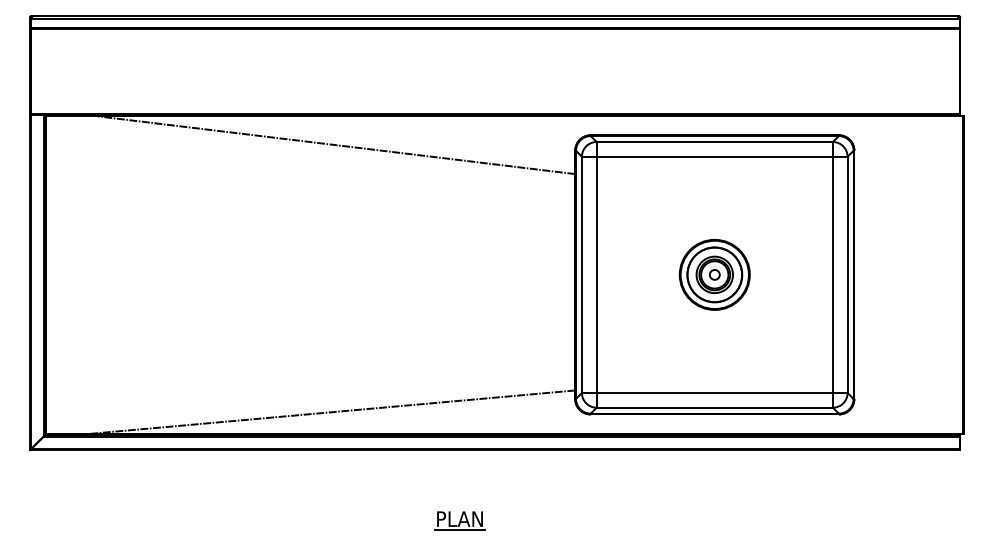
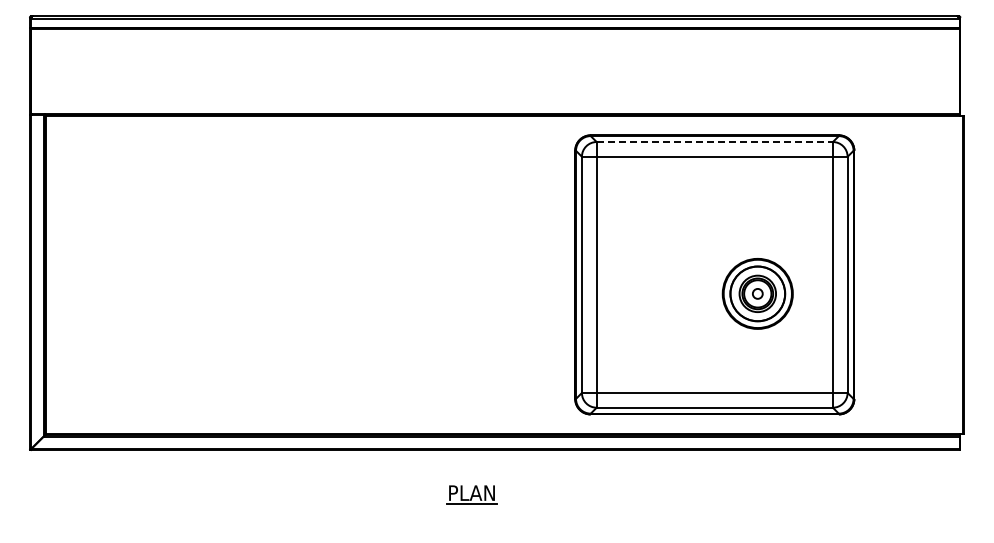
line at (715, 142): solid -> dashed
line at (336, 145): present -> none
part at (714, 274) position: (714, 274) -> (757, 293)
line at (331, 412): present -> none
part at (459, 520) position: (459, 520) -> (471, 494)
